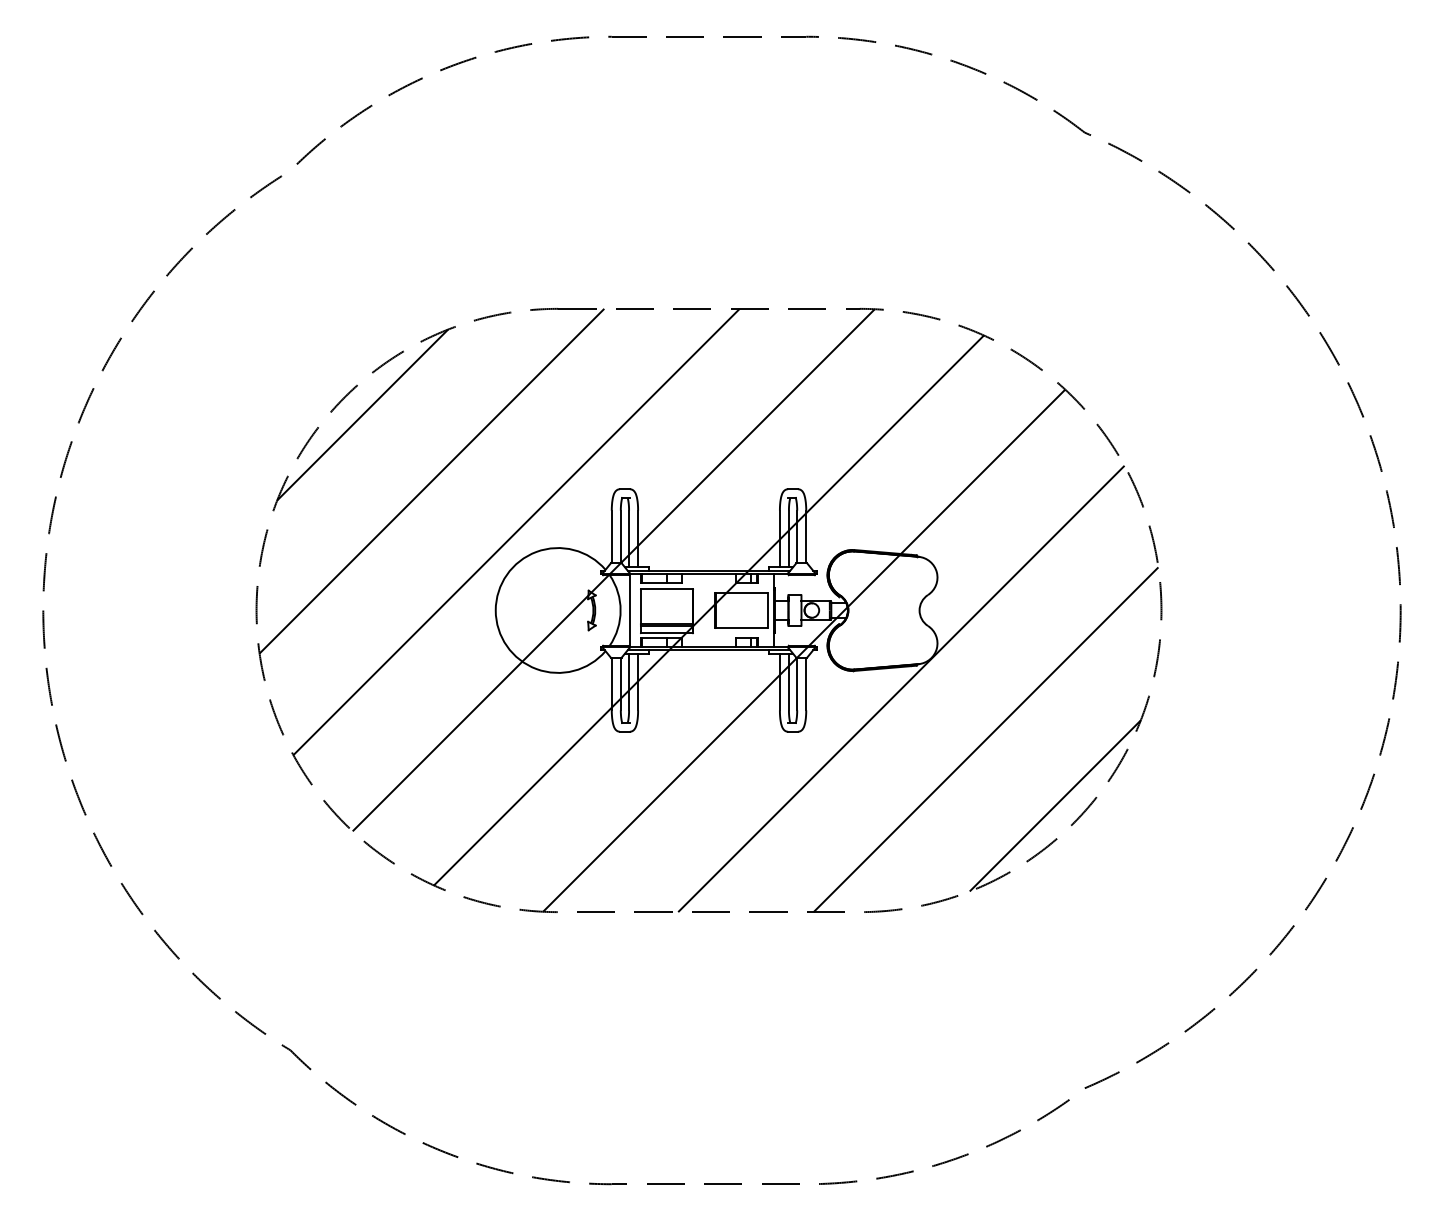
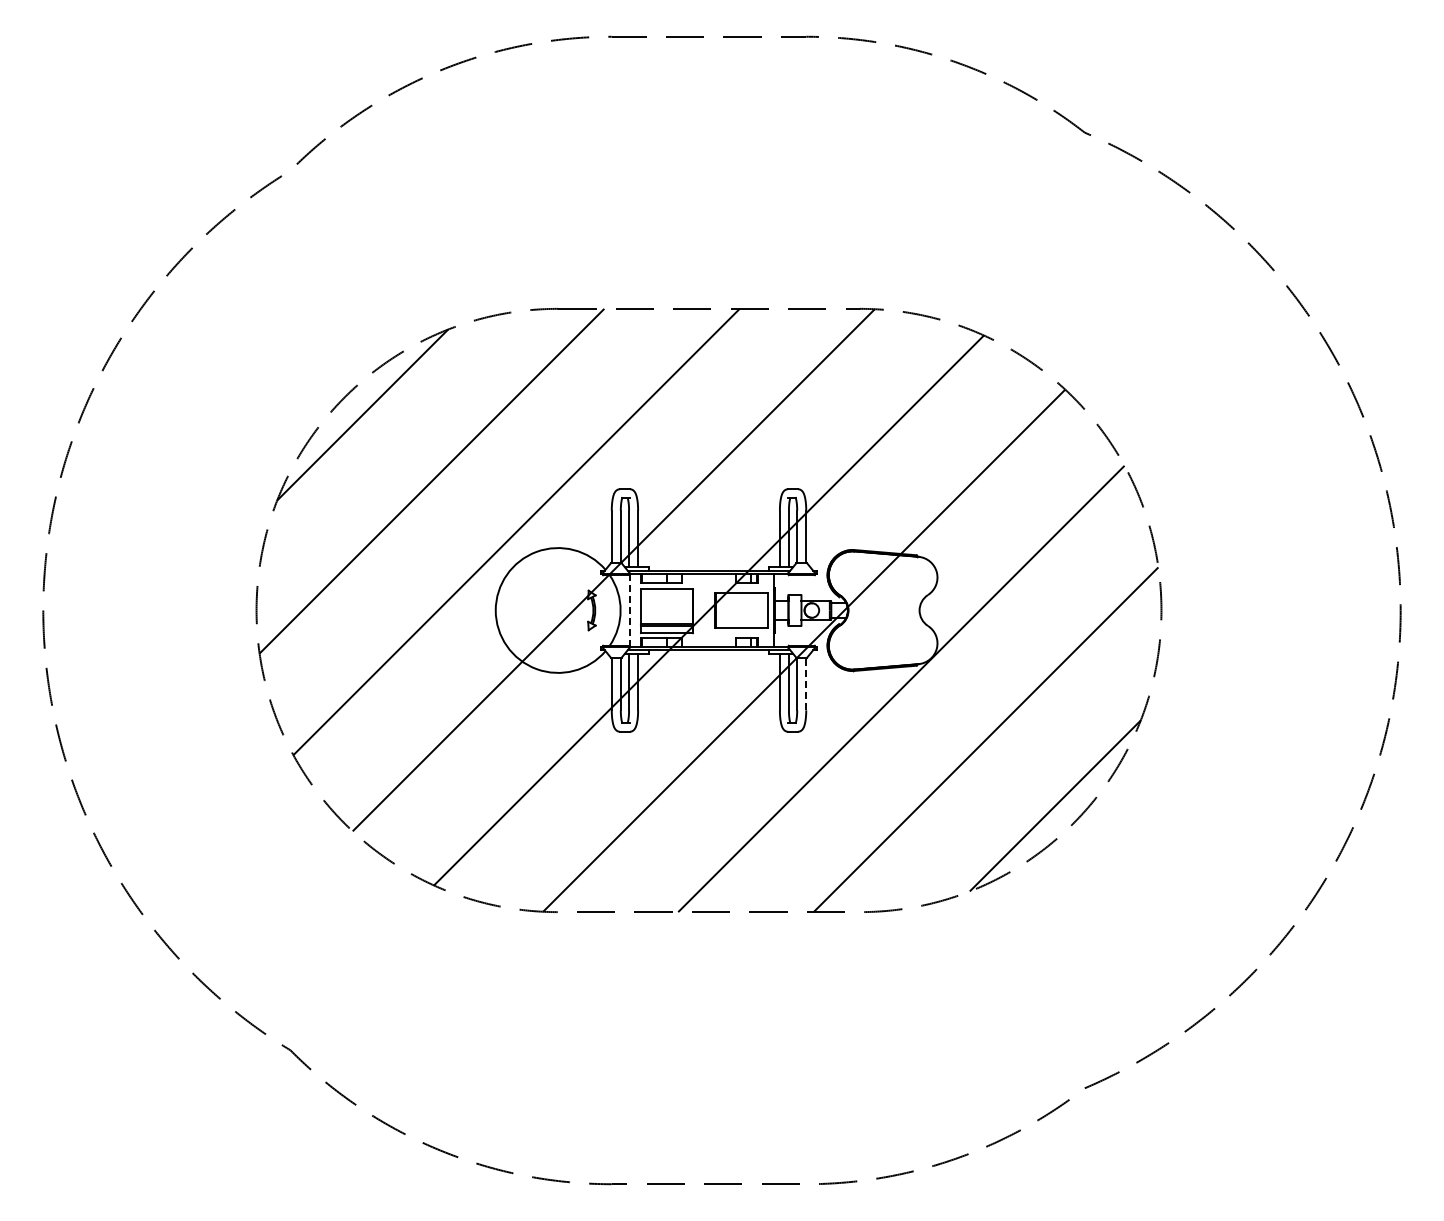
line at (629, 610): solid -> dashed
line at (806, 683): solid -> dashed
